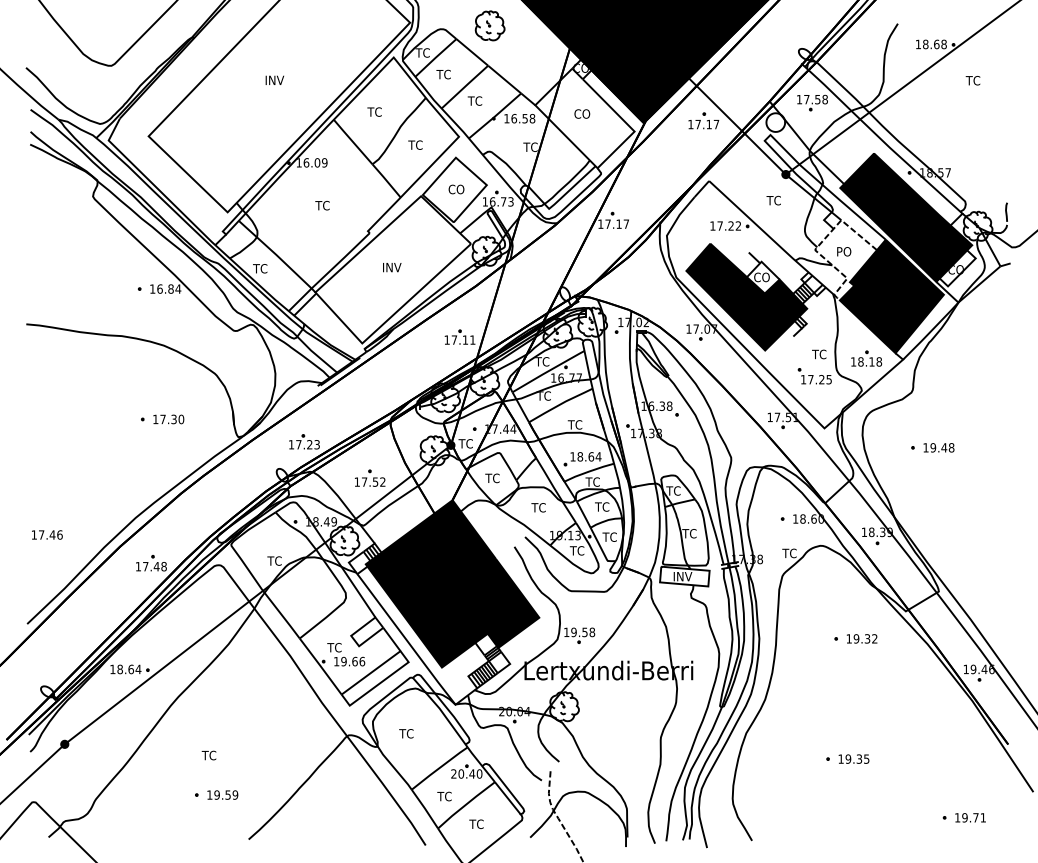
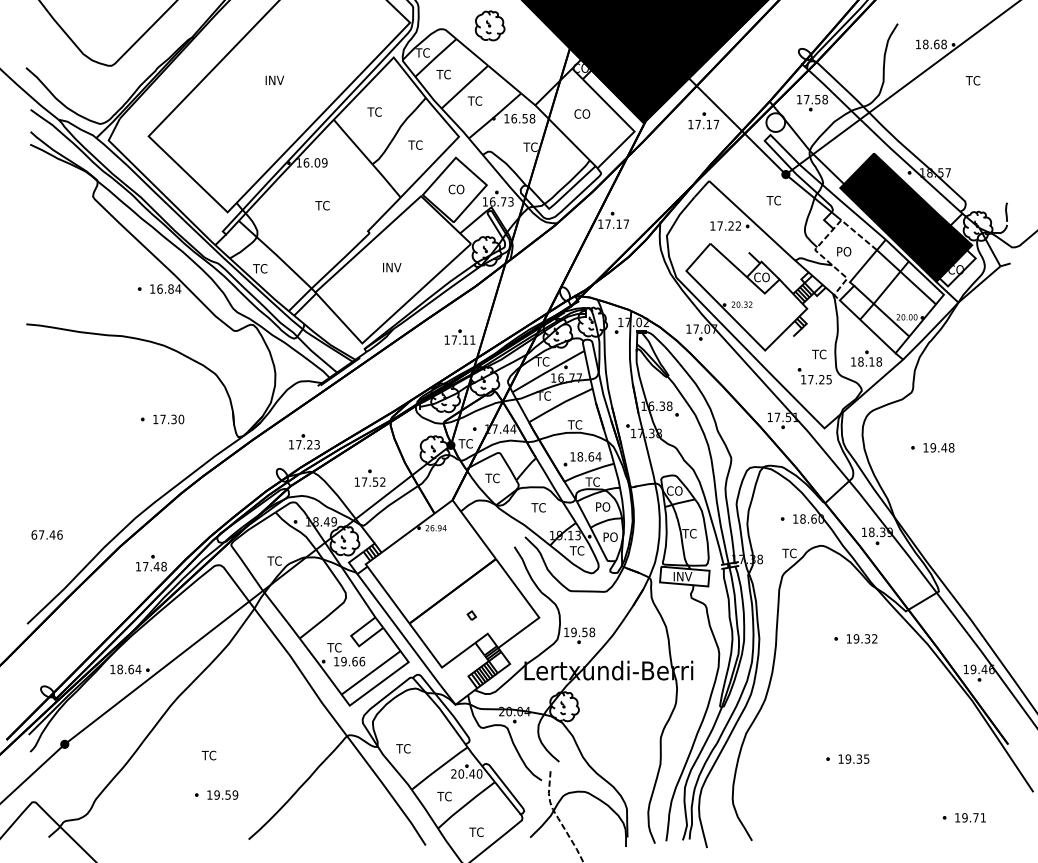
fill at (746, 296): present -> none
fill at (891, 296): present -> none
text at (674, 490): TC -> CO
text at (602, 506): TC -> PO
text at (34, 534): 17.46 -> 67.46
text at (609, 536): TC -> PO
fill at (452, 583): present -> none
text at (406, 733) position: (406, 733) -> (403, 748)
text at (476, 823) position: (476, 823) -> (476, 831)
